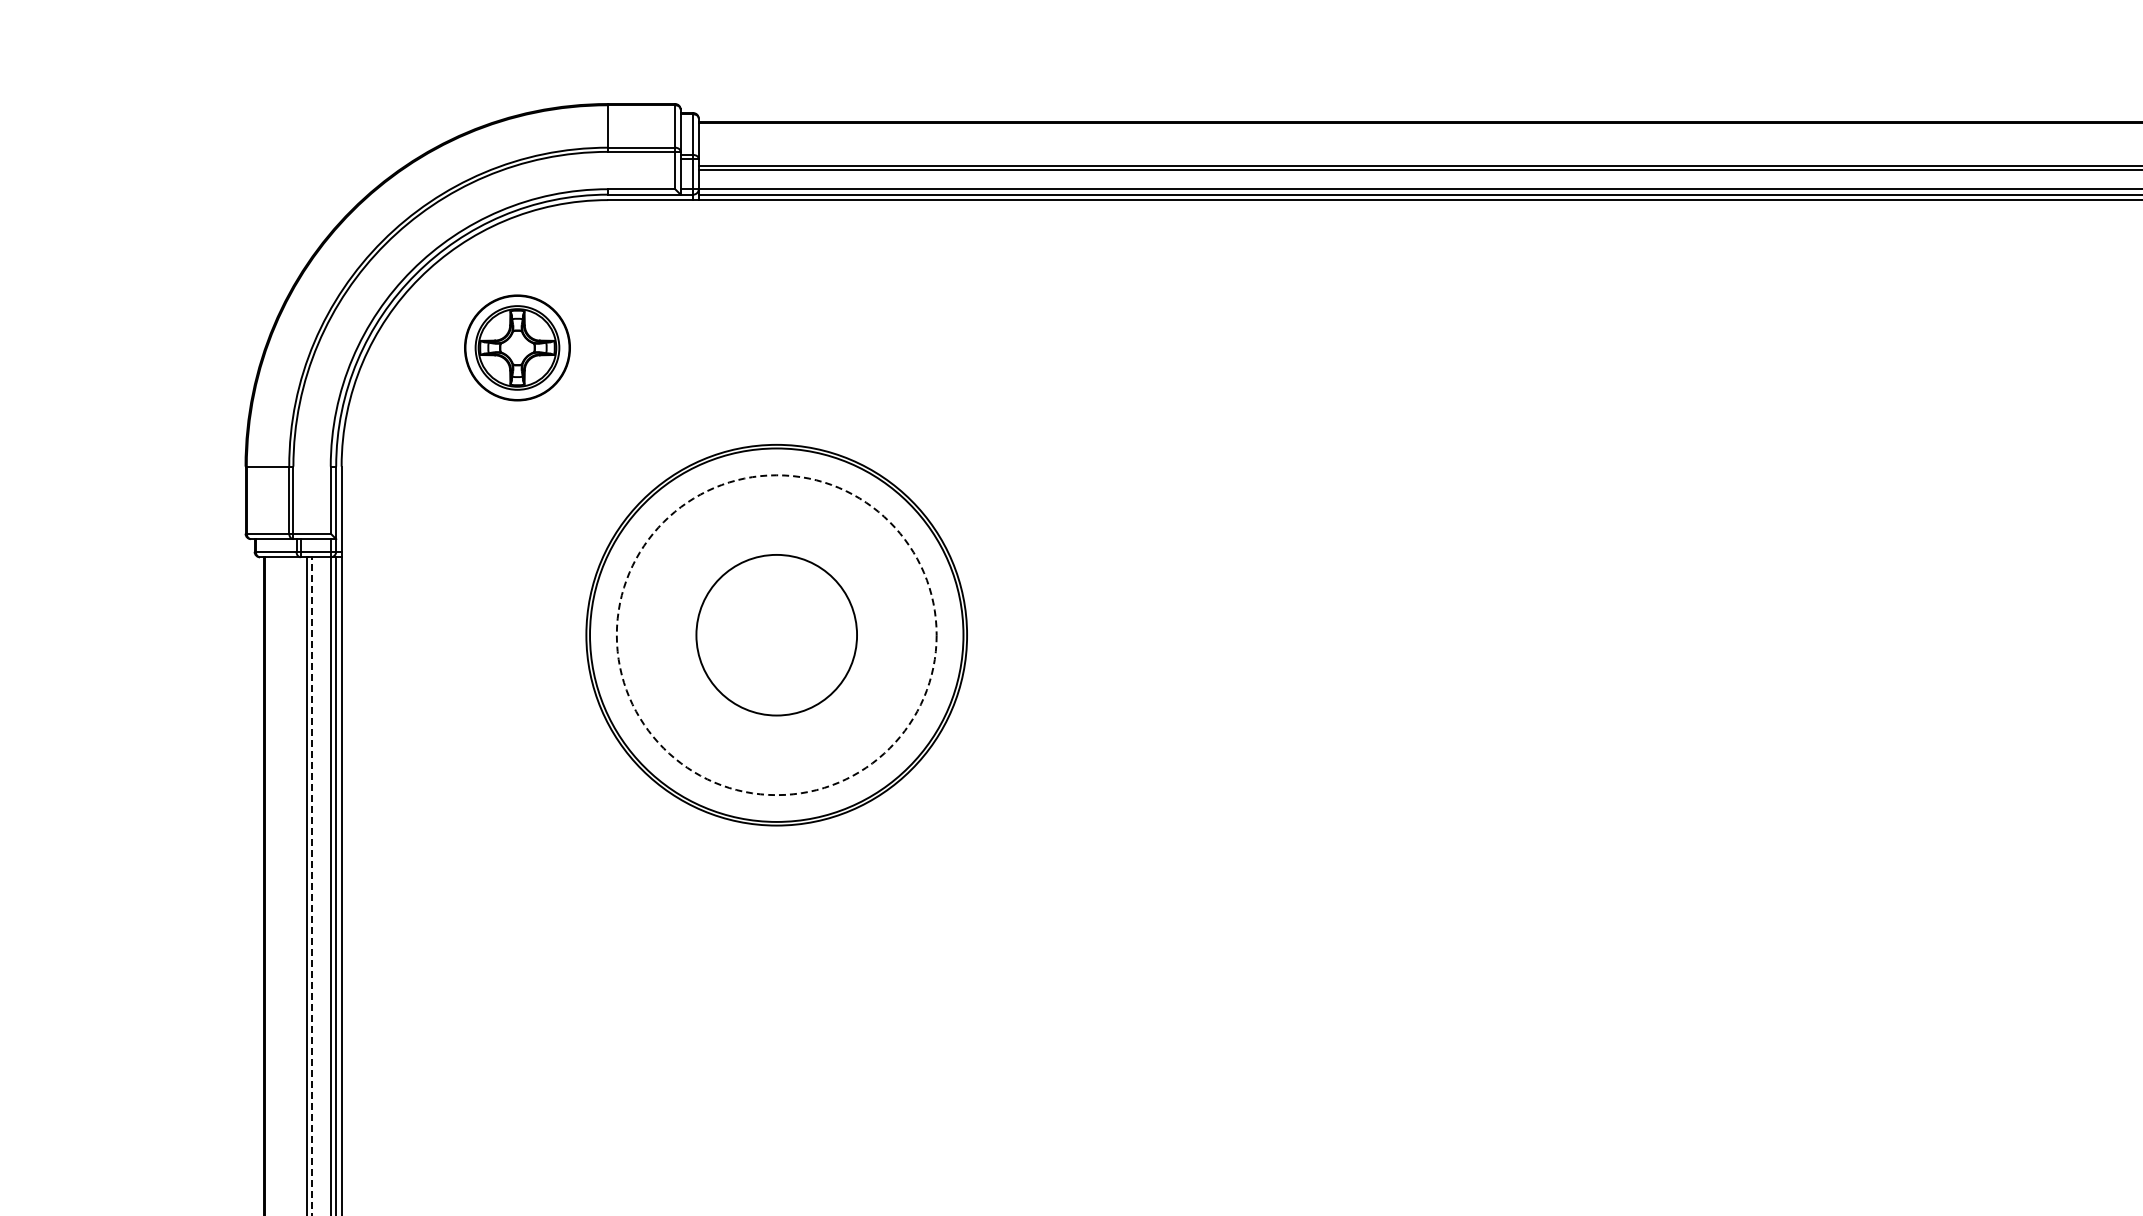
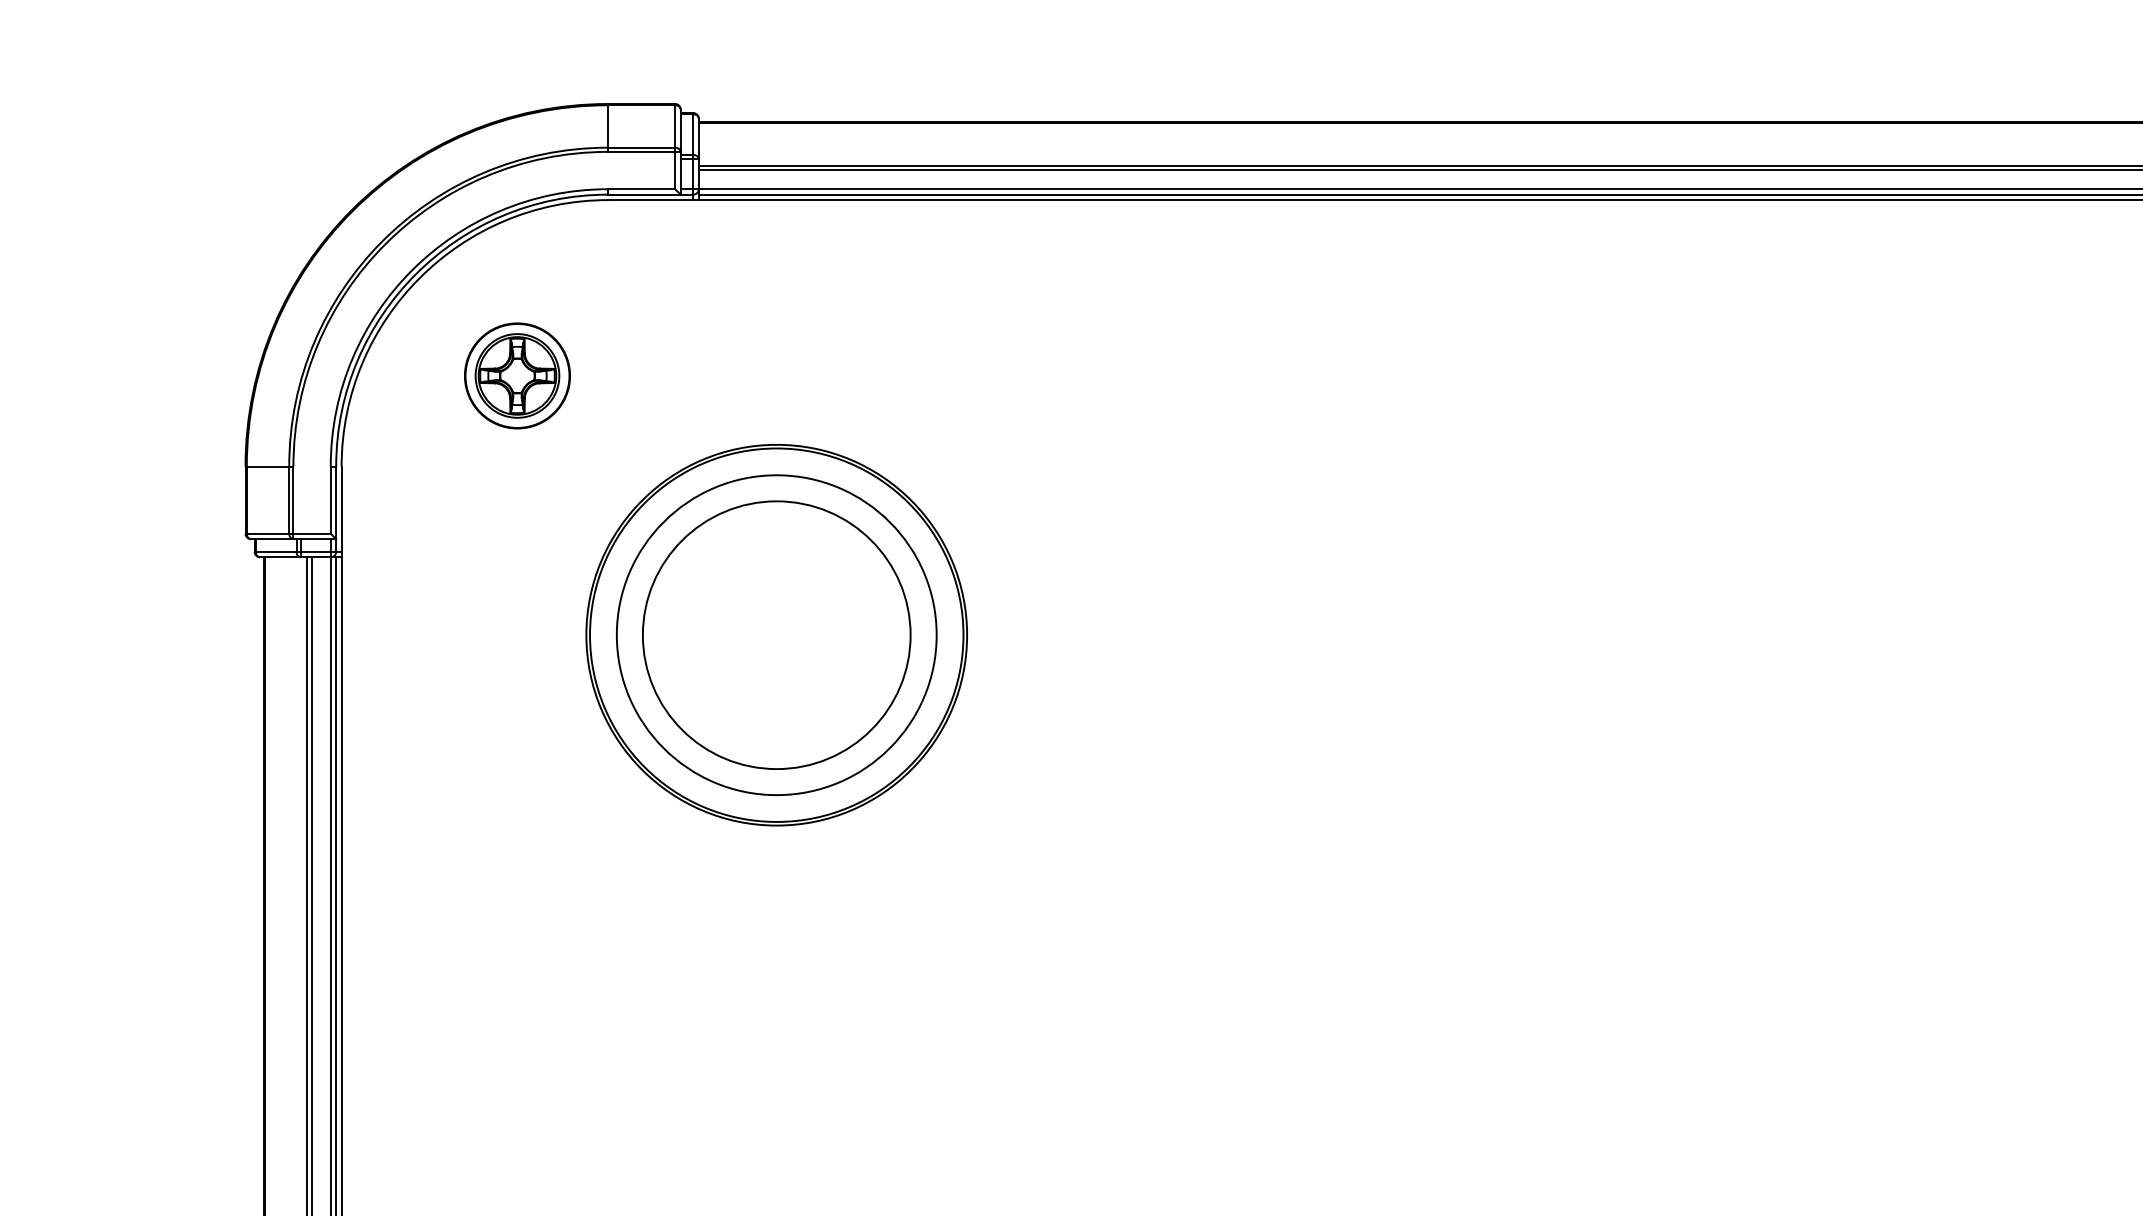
part at (517, 347) position: (517, 347) -> (517, 375)
circle at (776, 634) diameter: 161 px -> 268 px
circle at (776, 635): dashed -> solid
line at (311, 886): dashed -> solid
